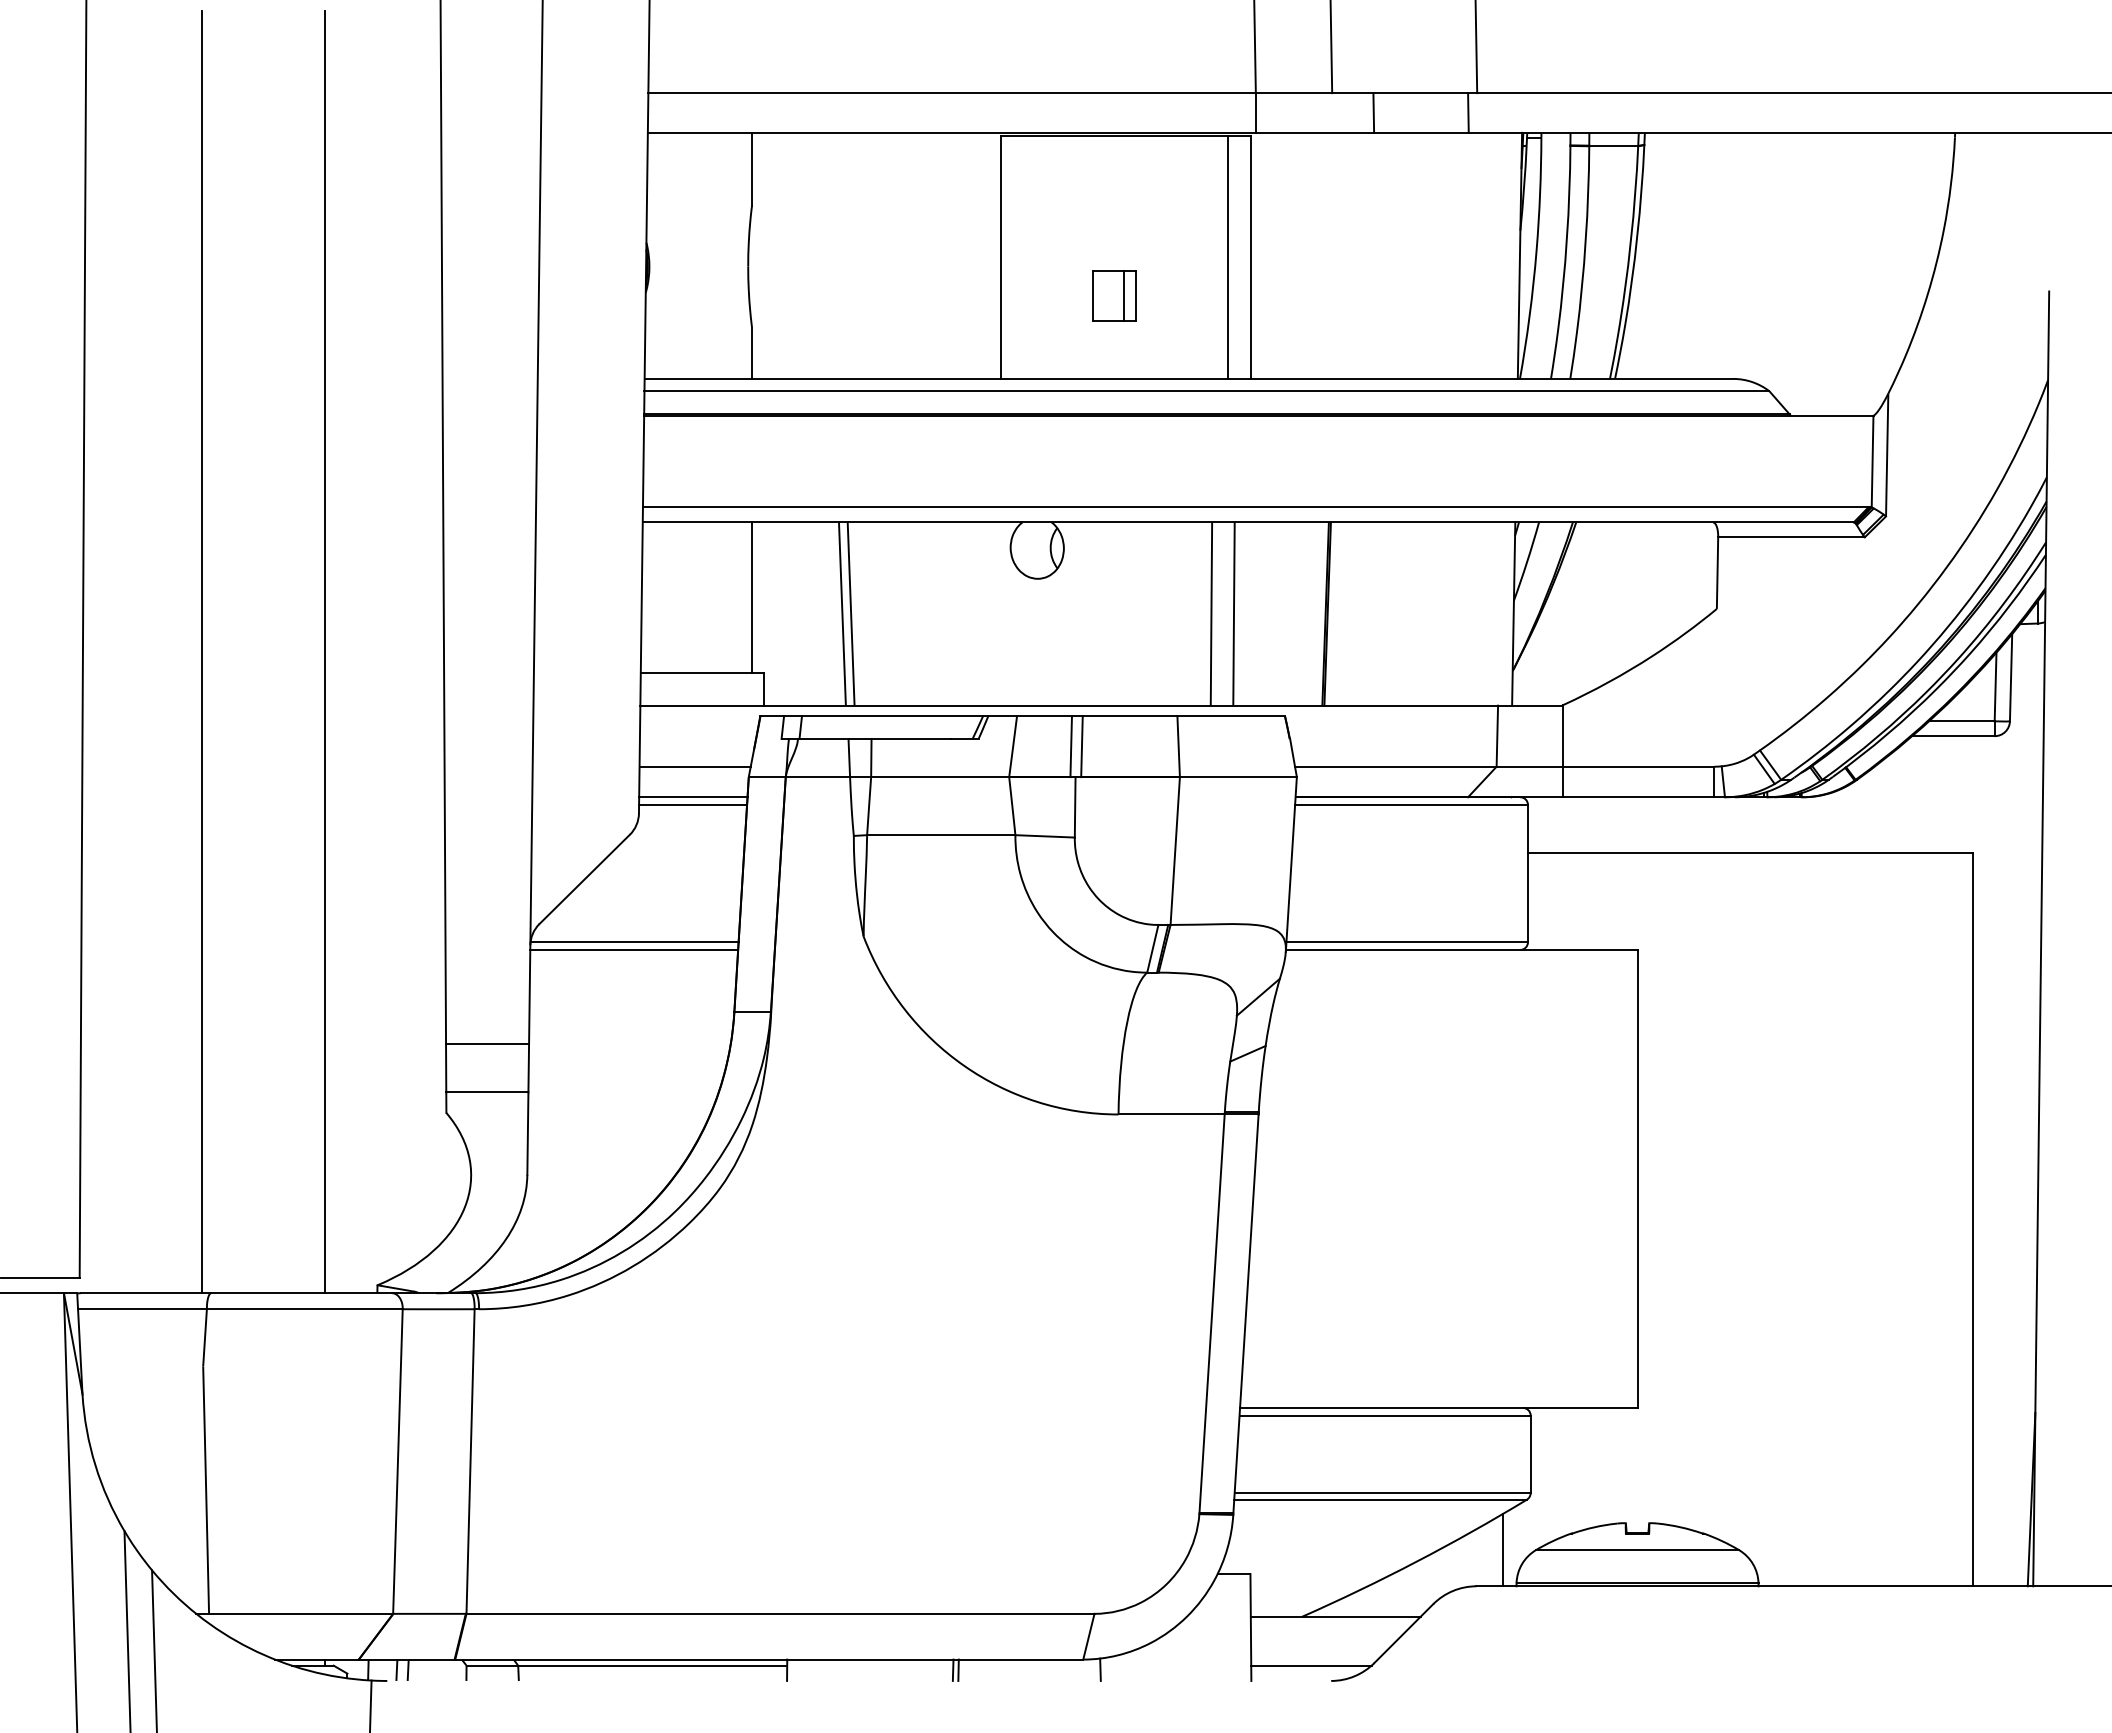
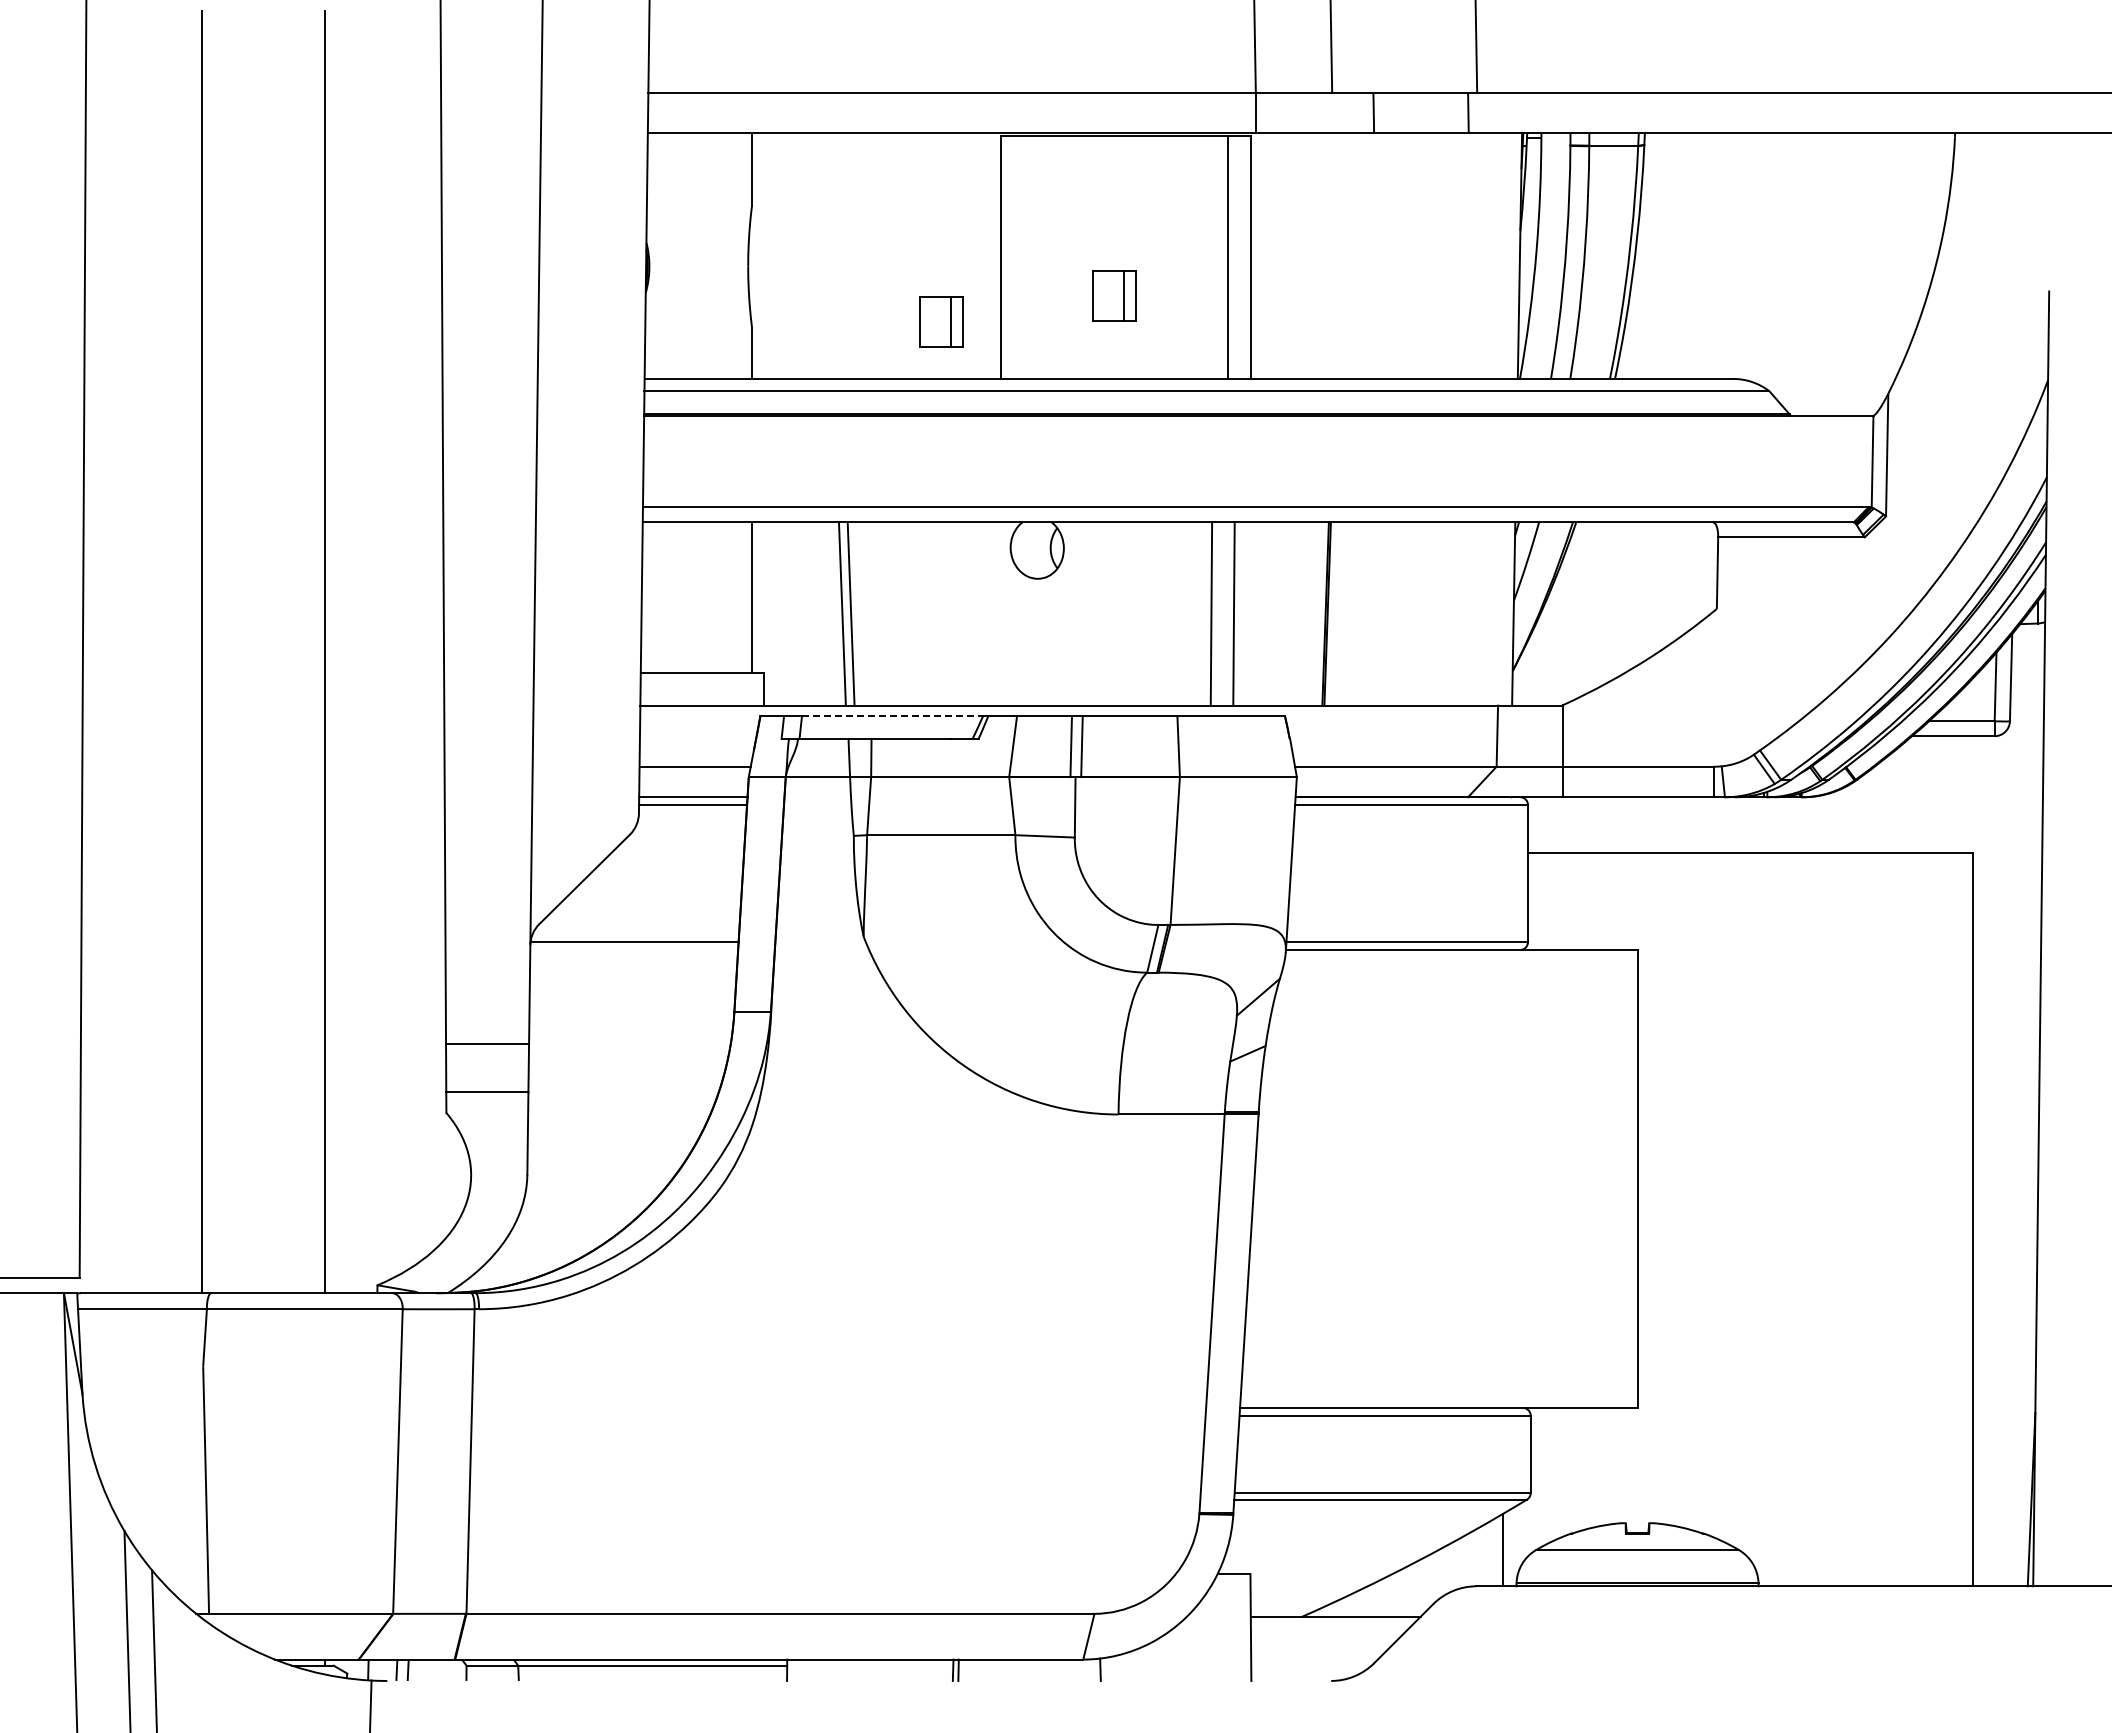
part at (941, 321): none -> present
line at (892, 716): solid -> dashed
line at (634, 949): present -> none
line at (1311, 1665): present -> none
